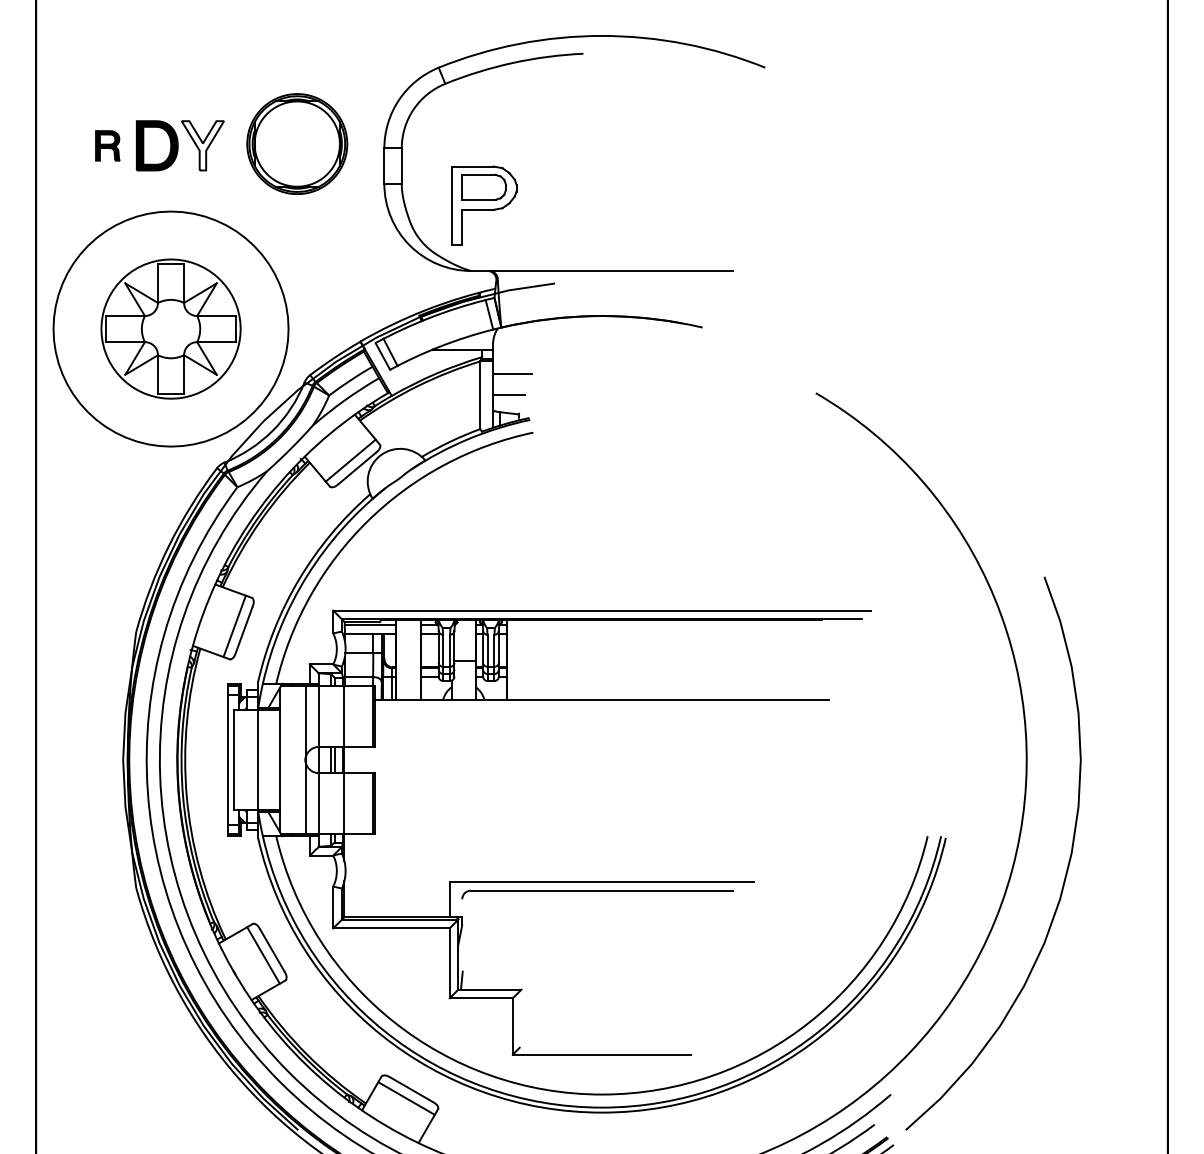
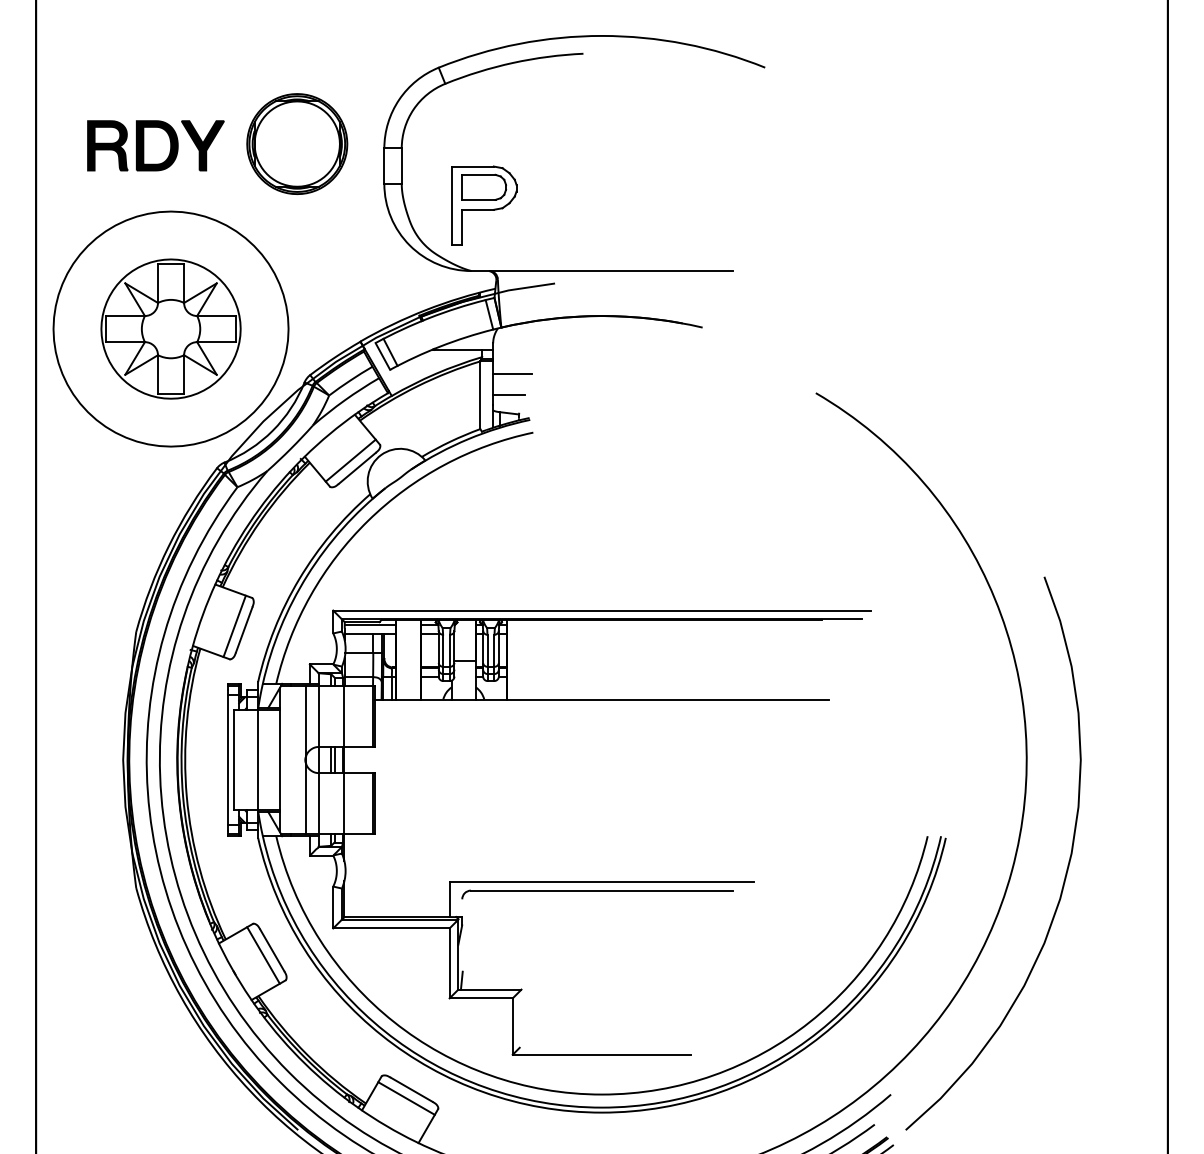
part at (107, 145) size: 26x32 px -> 42x52 px
fill at (202, 145): none -> present
